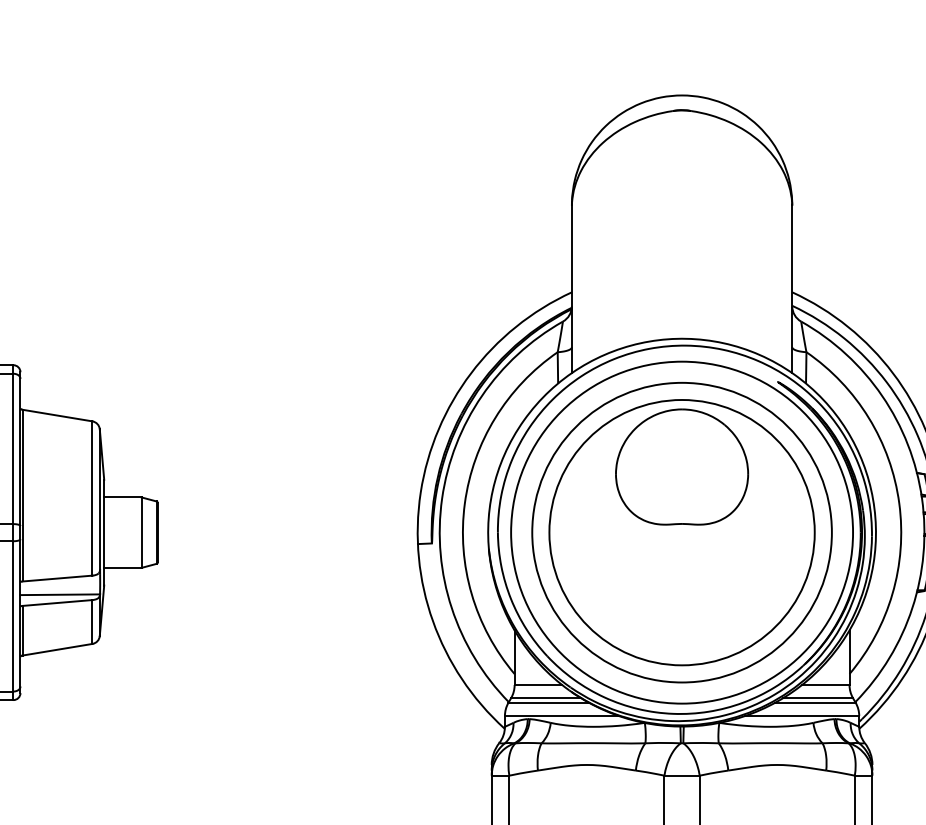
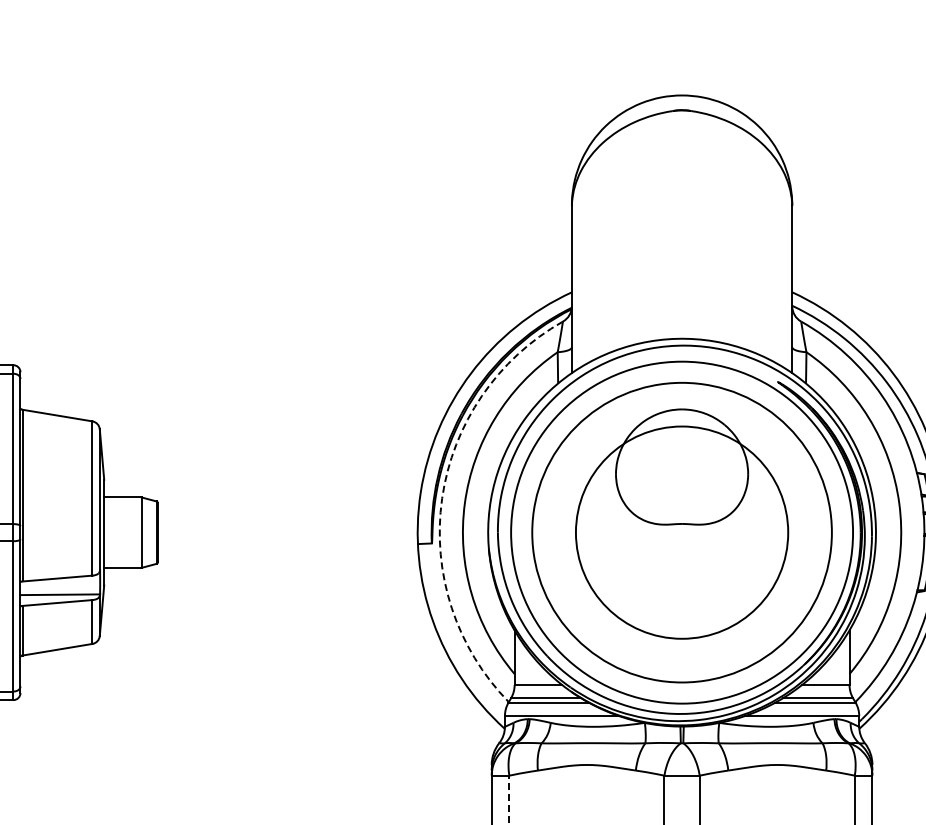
arc at (442, 498): solid -> dashed
circle at (681, 532) diameter: 265 px -> 212 px
line at (509, 799): solid -> dashed
